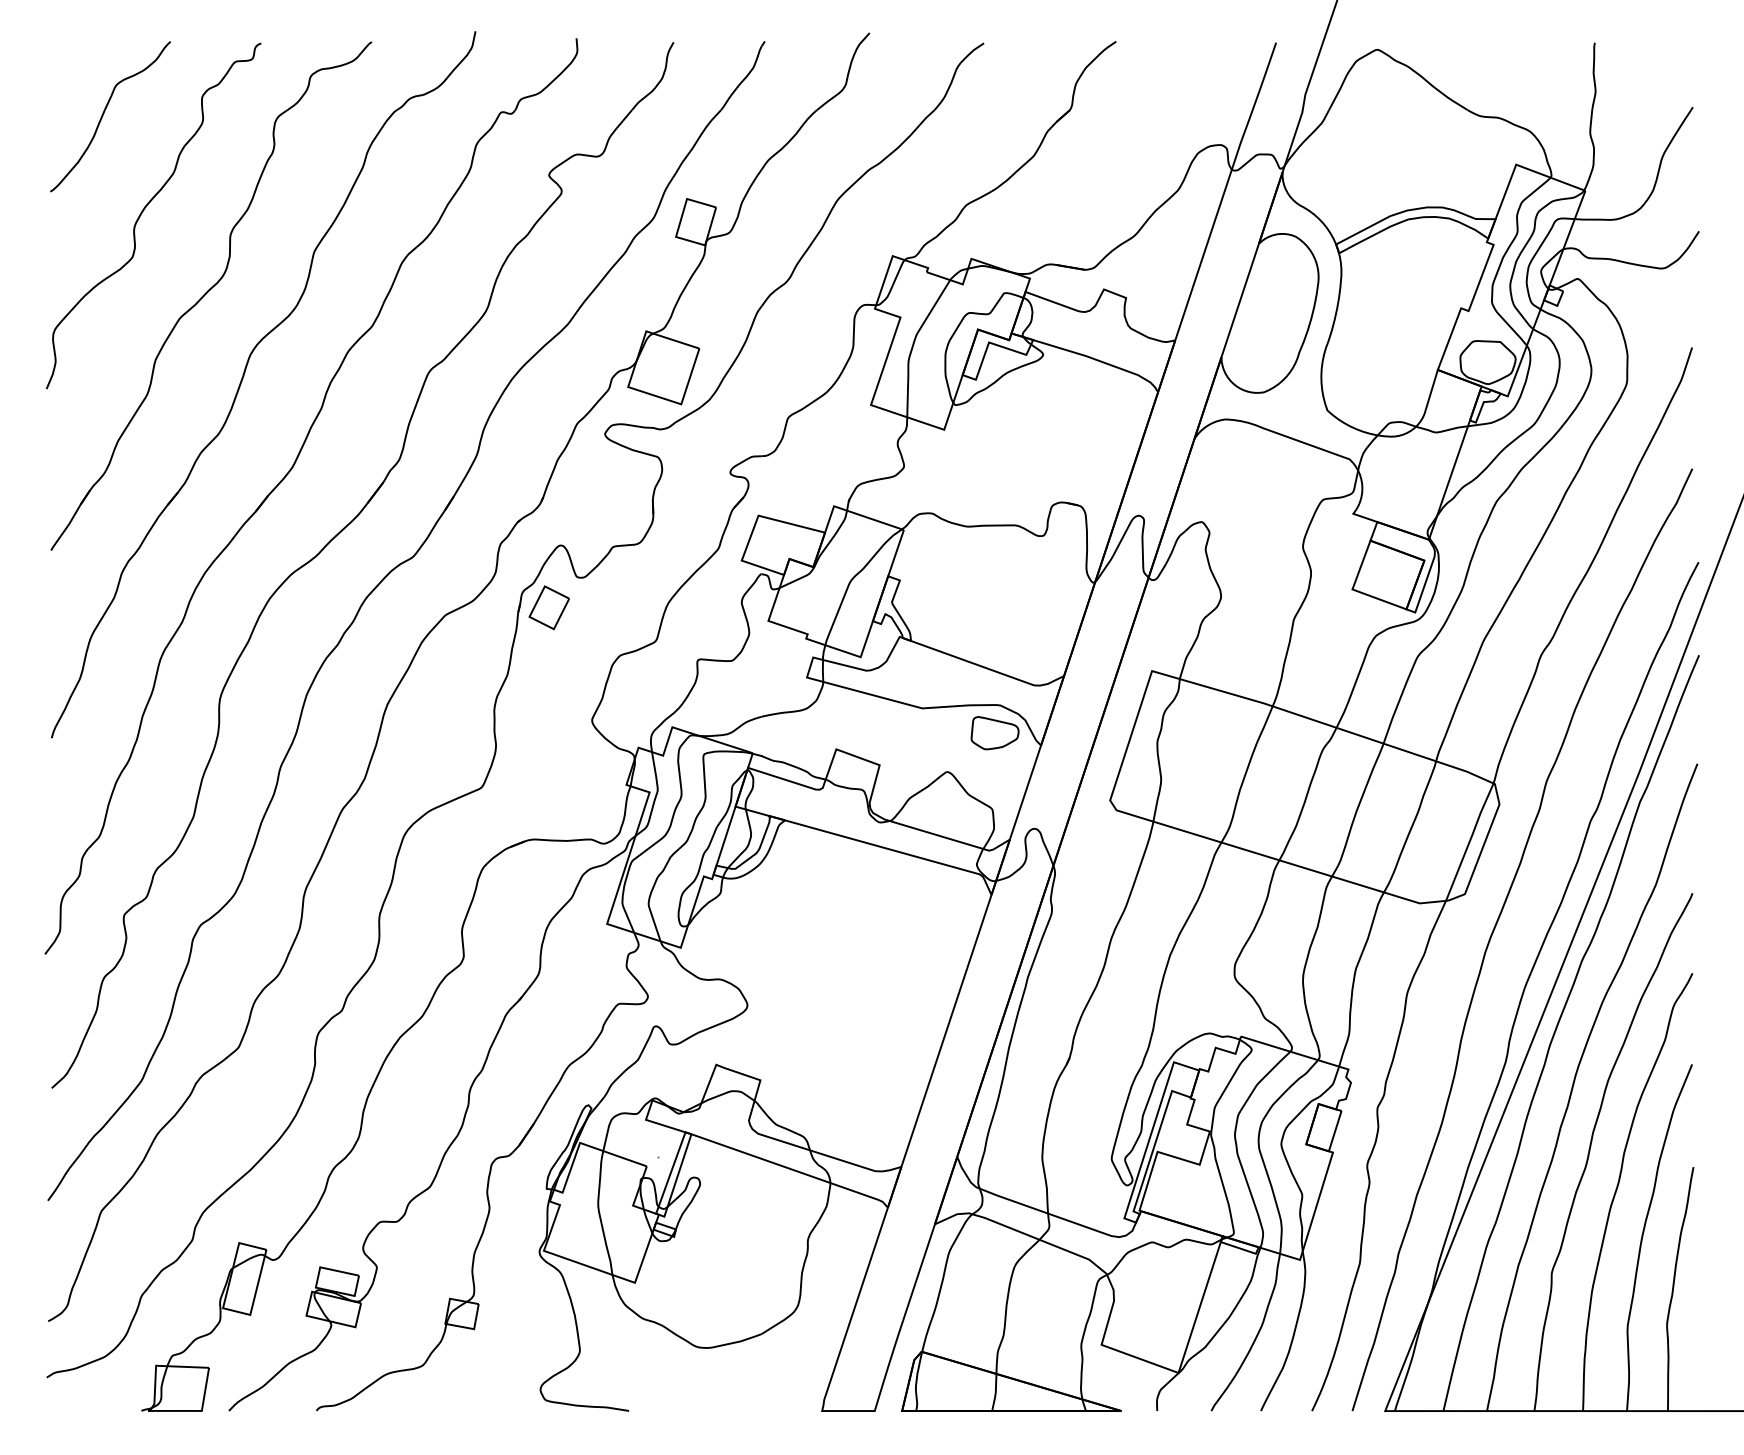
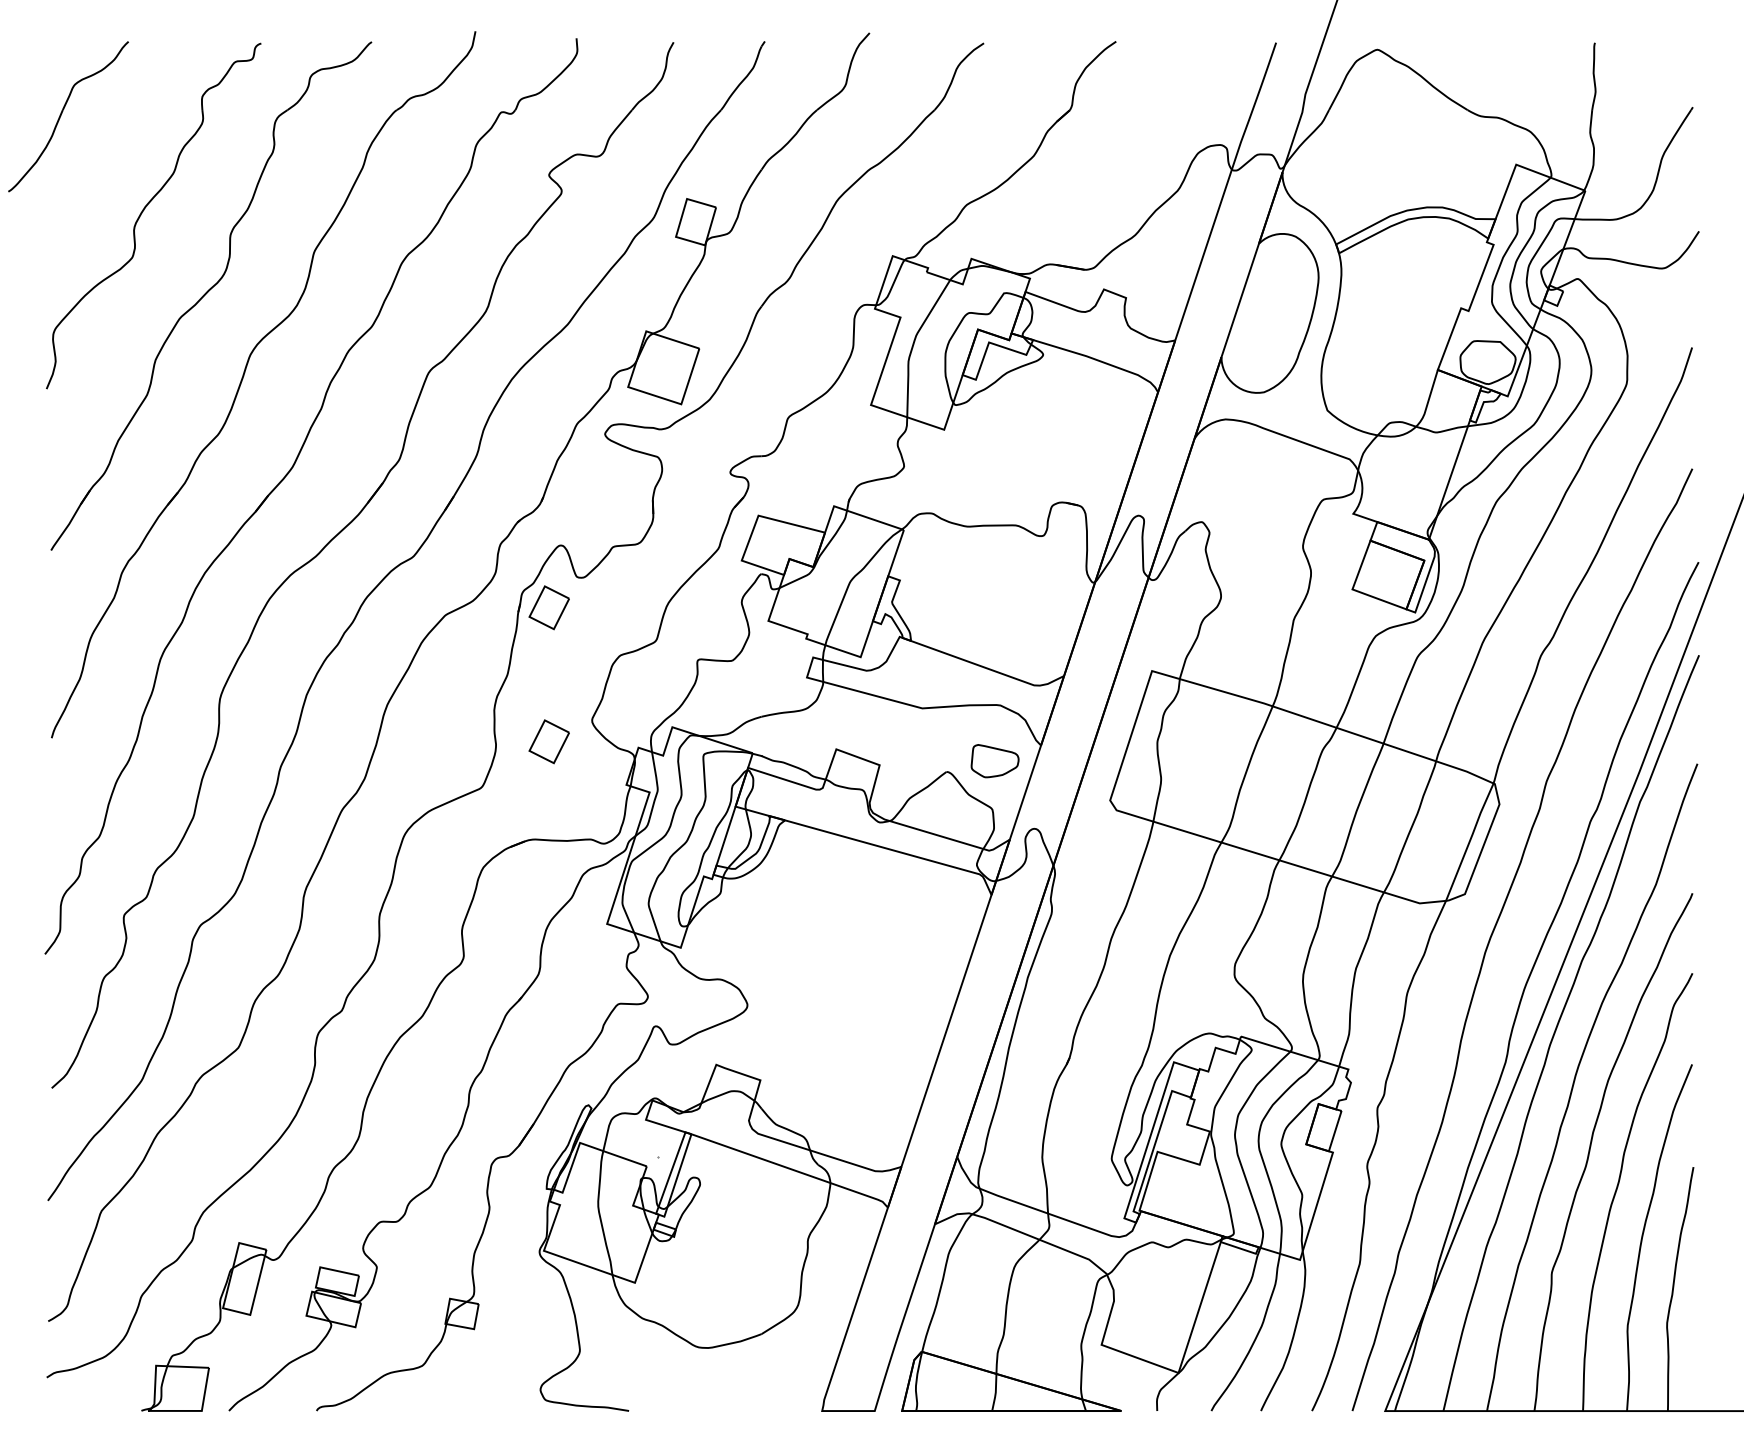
part at (104, 113) position: (104, 113) -> (62, 113)
part at (994, 733) position: (994, 733) -> (994, 761)
part at (548, 741): none -> present
